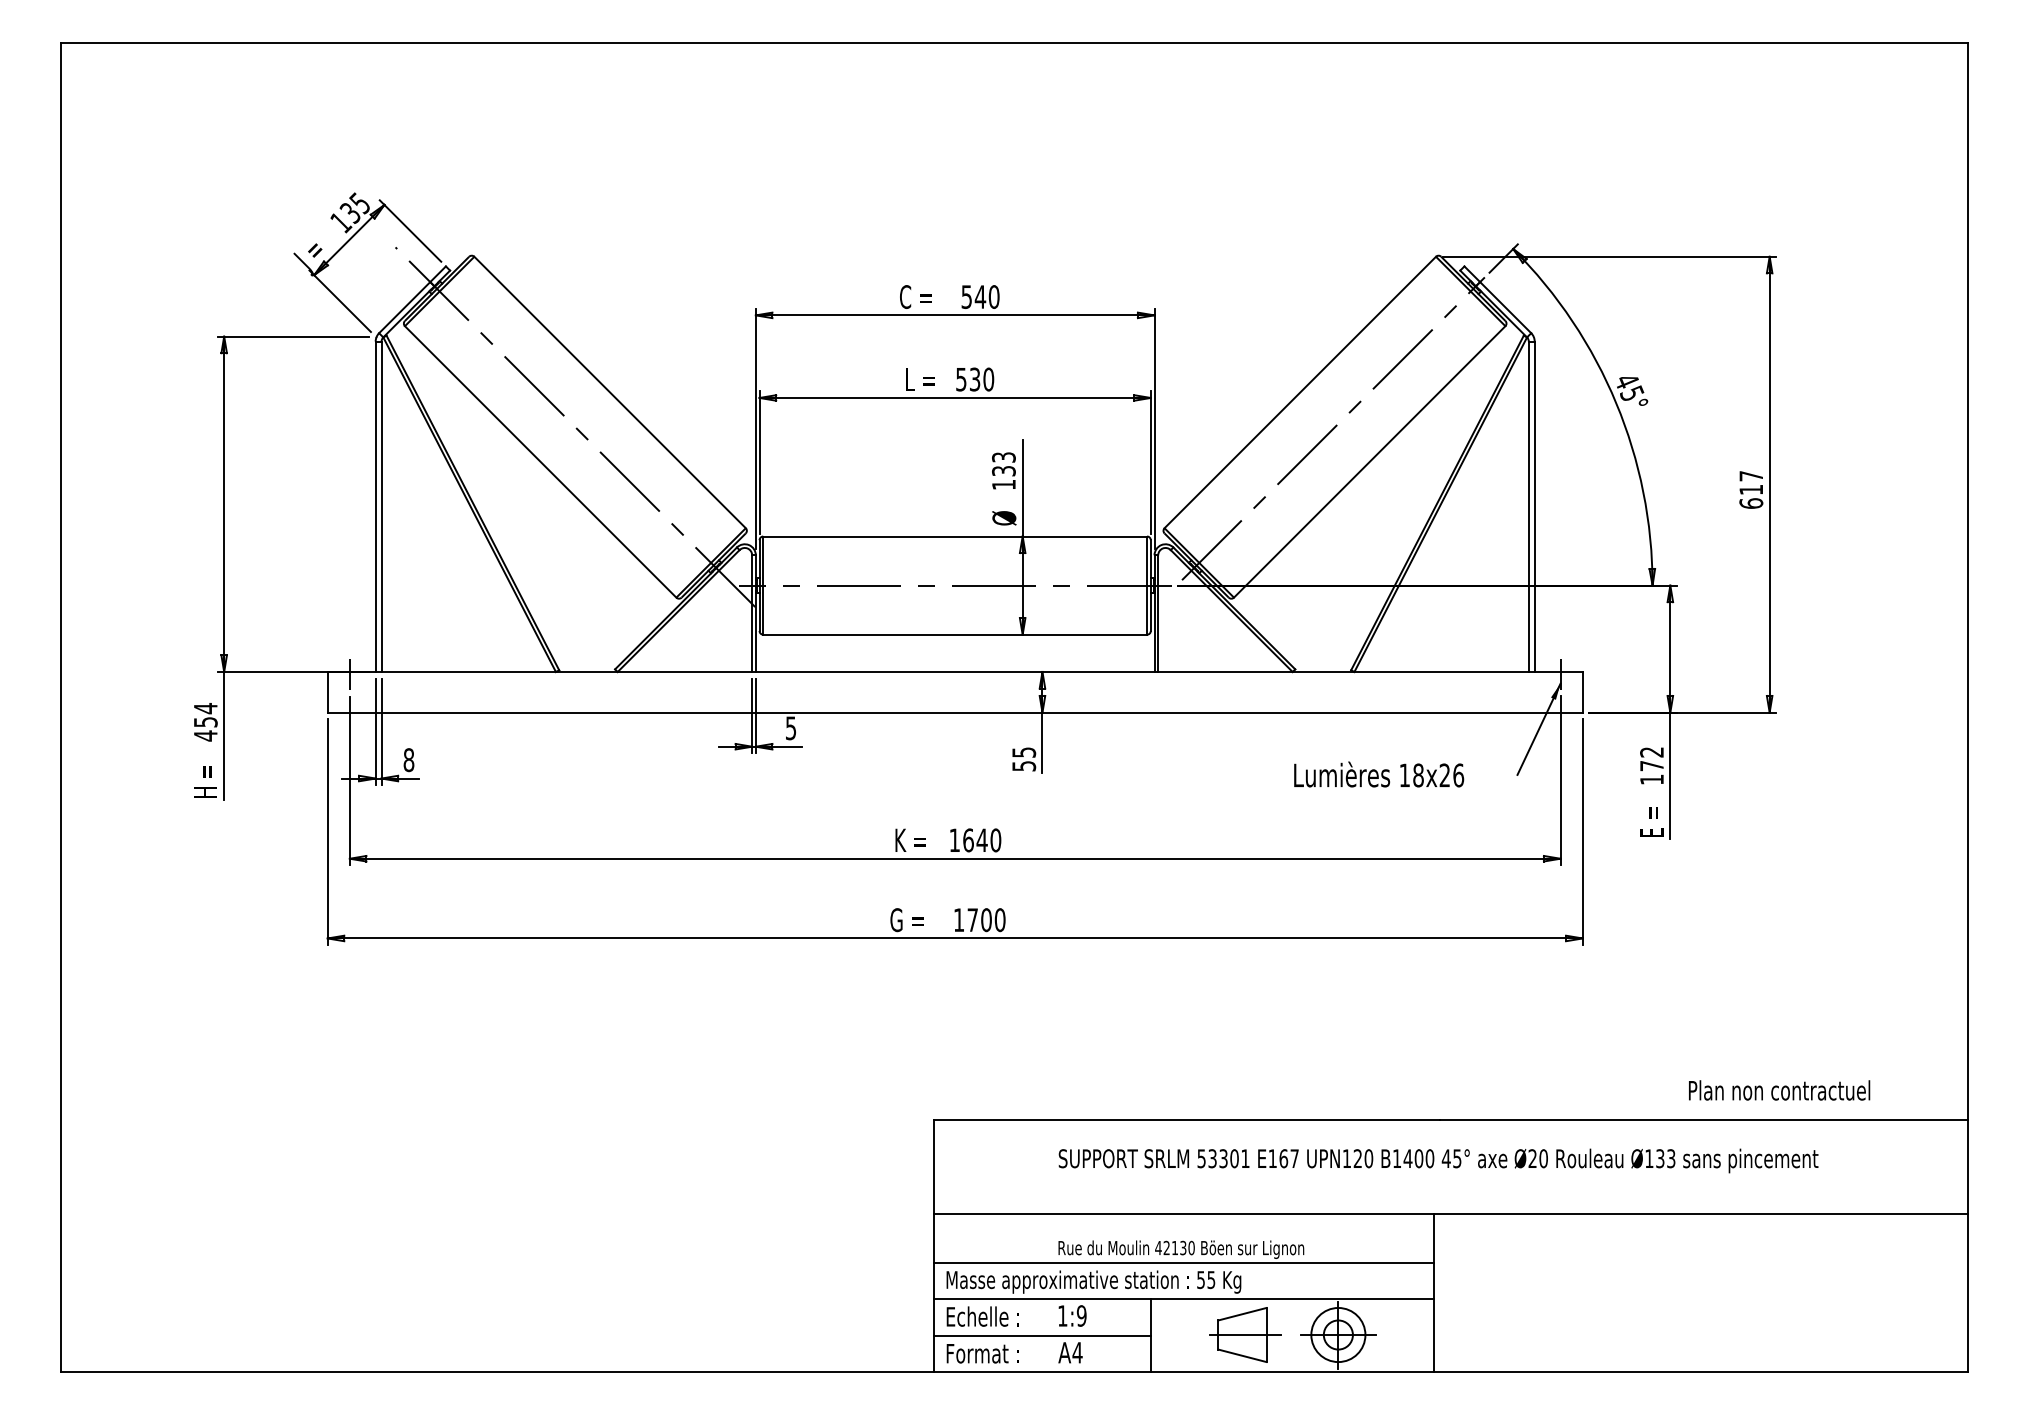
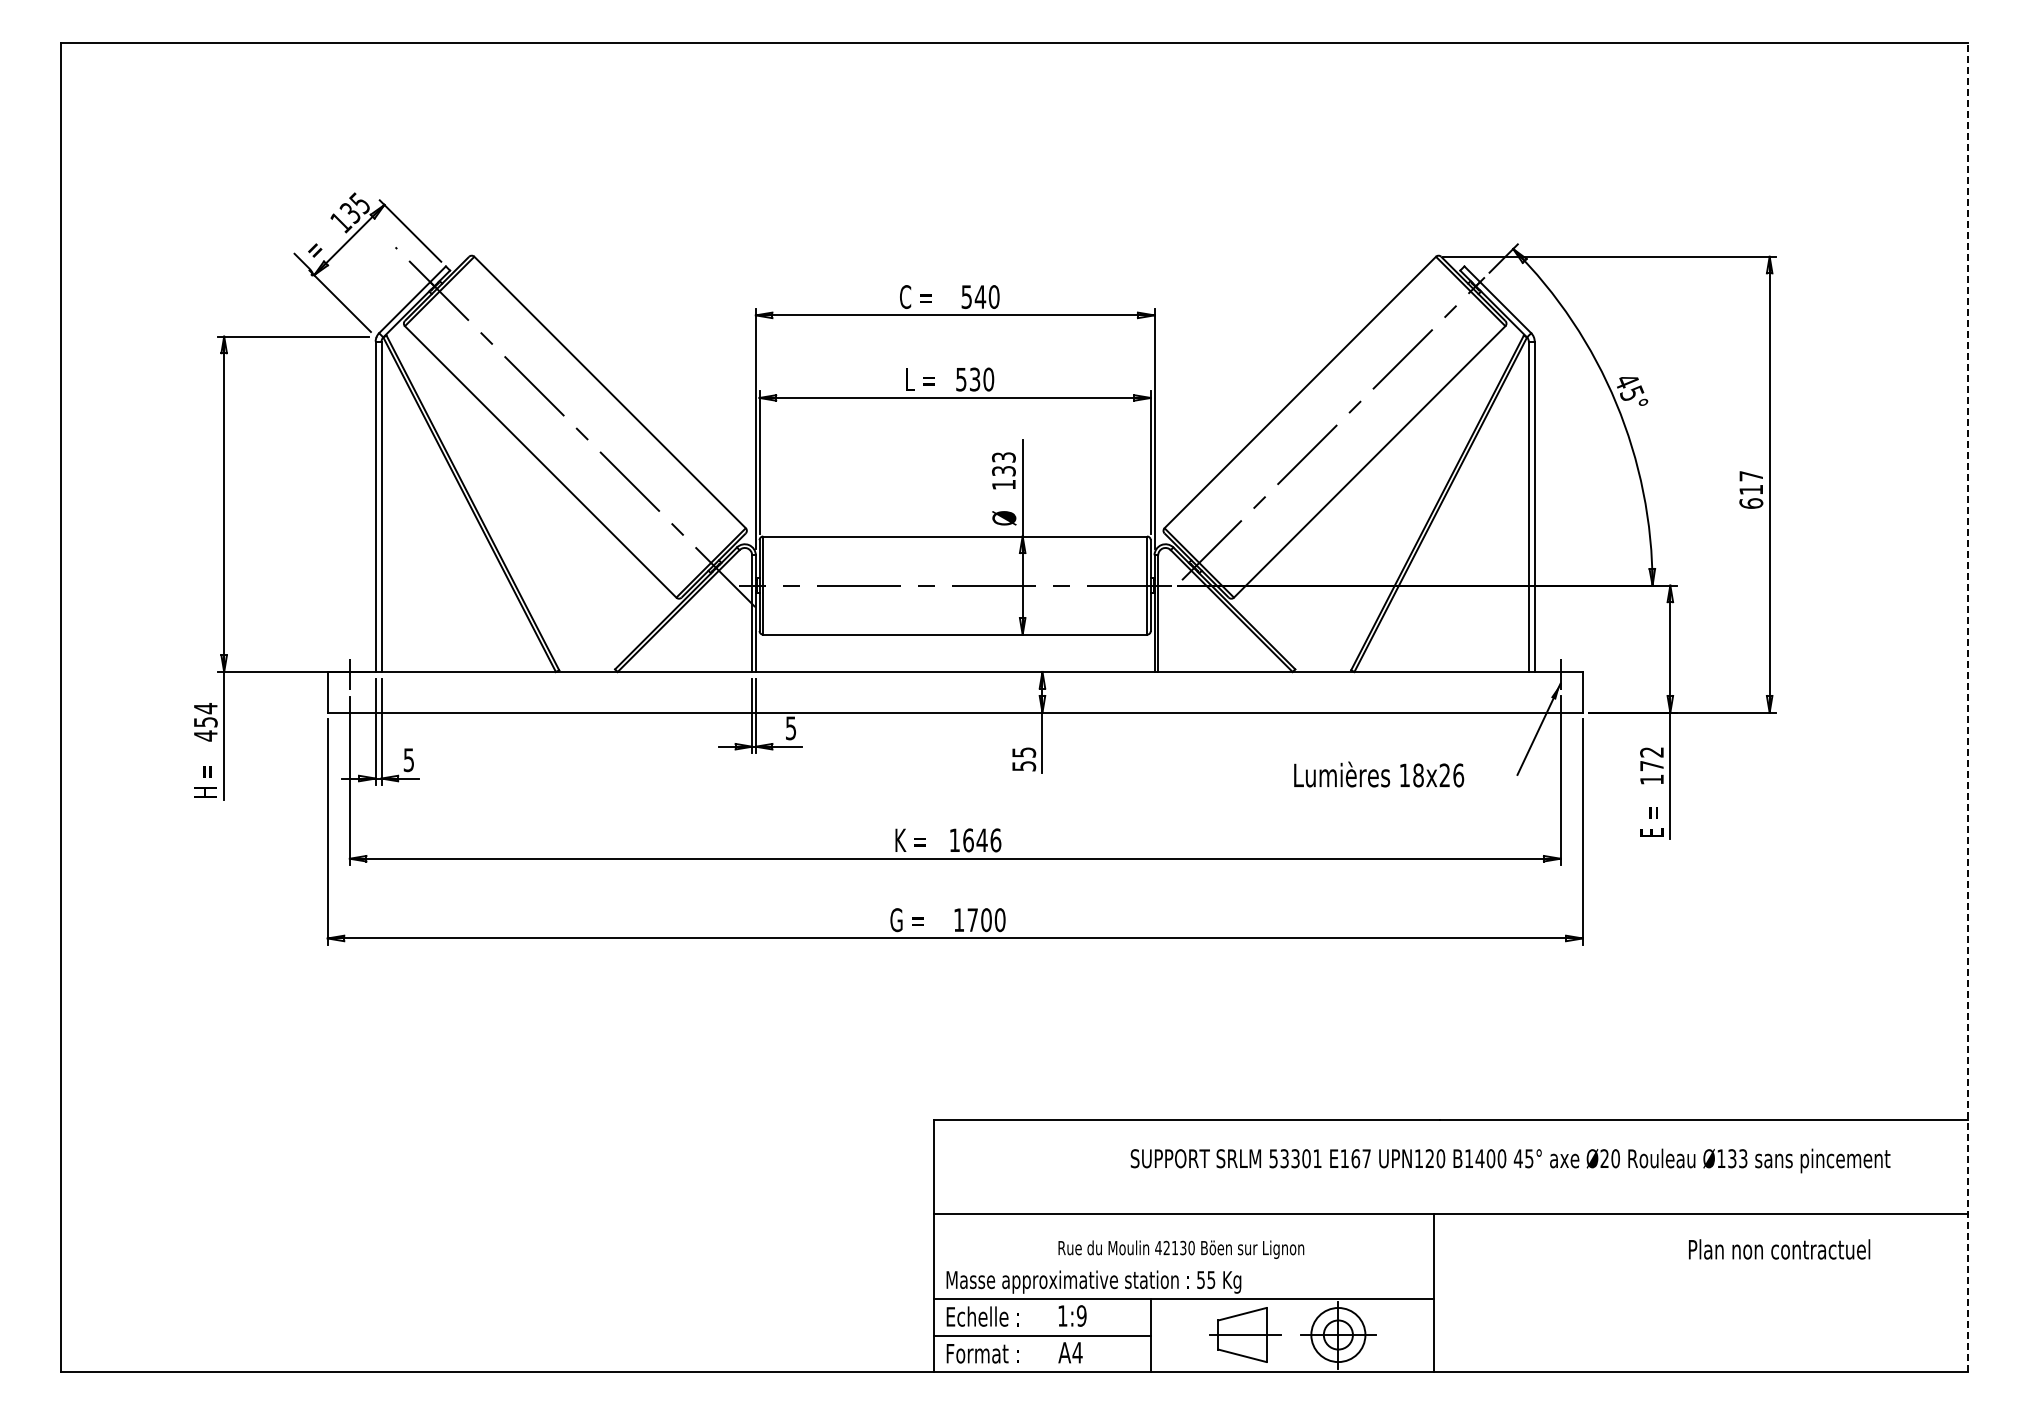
line at (1968, 707): solid -> dashed
text at (408, 760): 8 -> 5
text at (995, 840): 1640 -> 1646
text at (1779, 1090) position: (1779, 1090) -> (1779, 1249)
text at (1438, 1160) position: (1438, 1160) -> (1510, 1160)
line at (1184, 1262): present -> none
